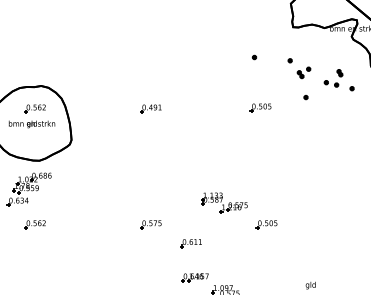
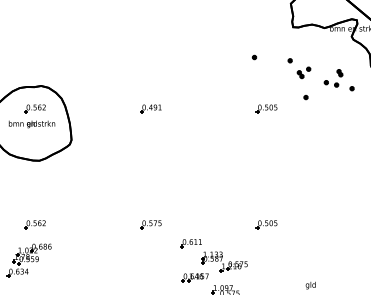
part at (260, 107) position: (260, 107) -> (266, 108)
part at (28, 189) position: (28, 189) -> (28, 260)
part at (224, 202) position: (224, 202) -> (224, 261)
